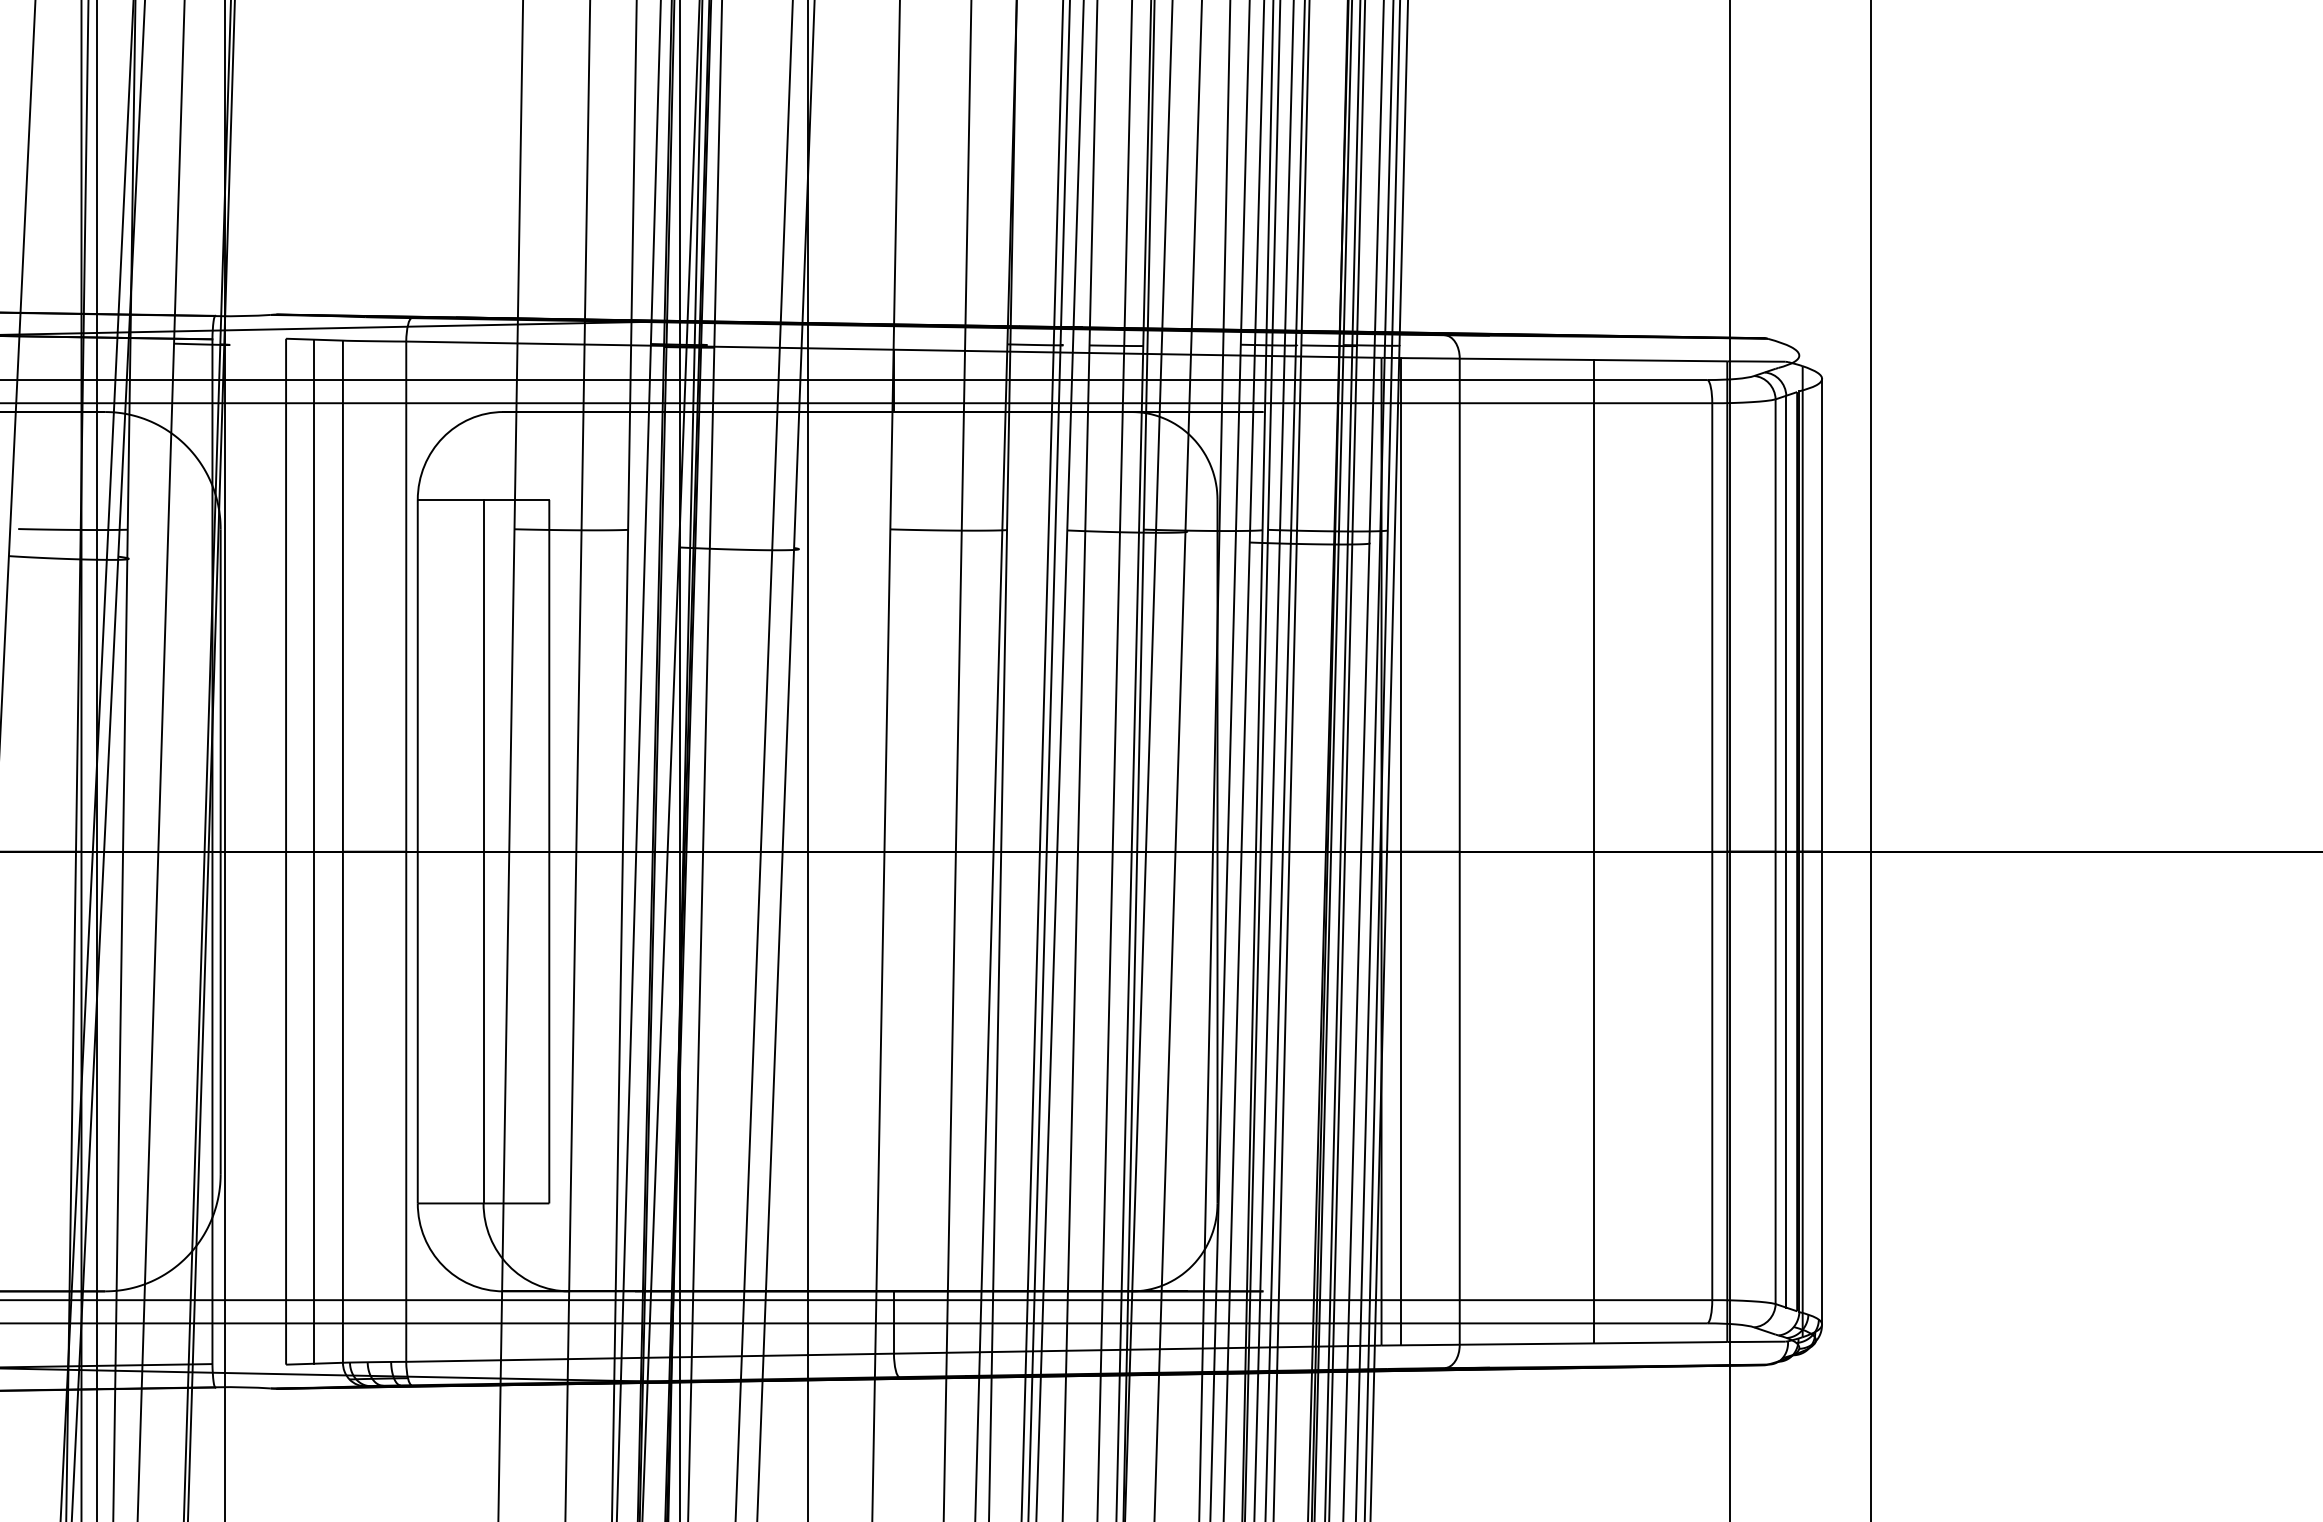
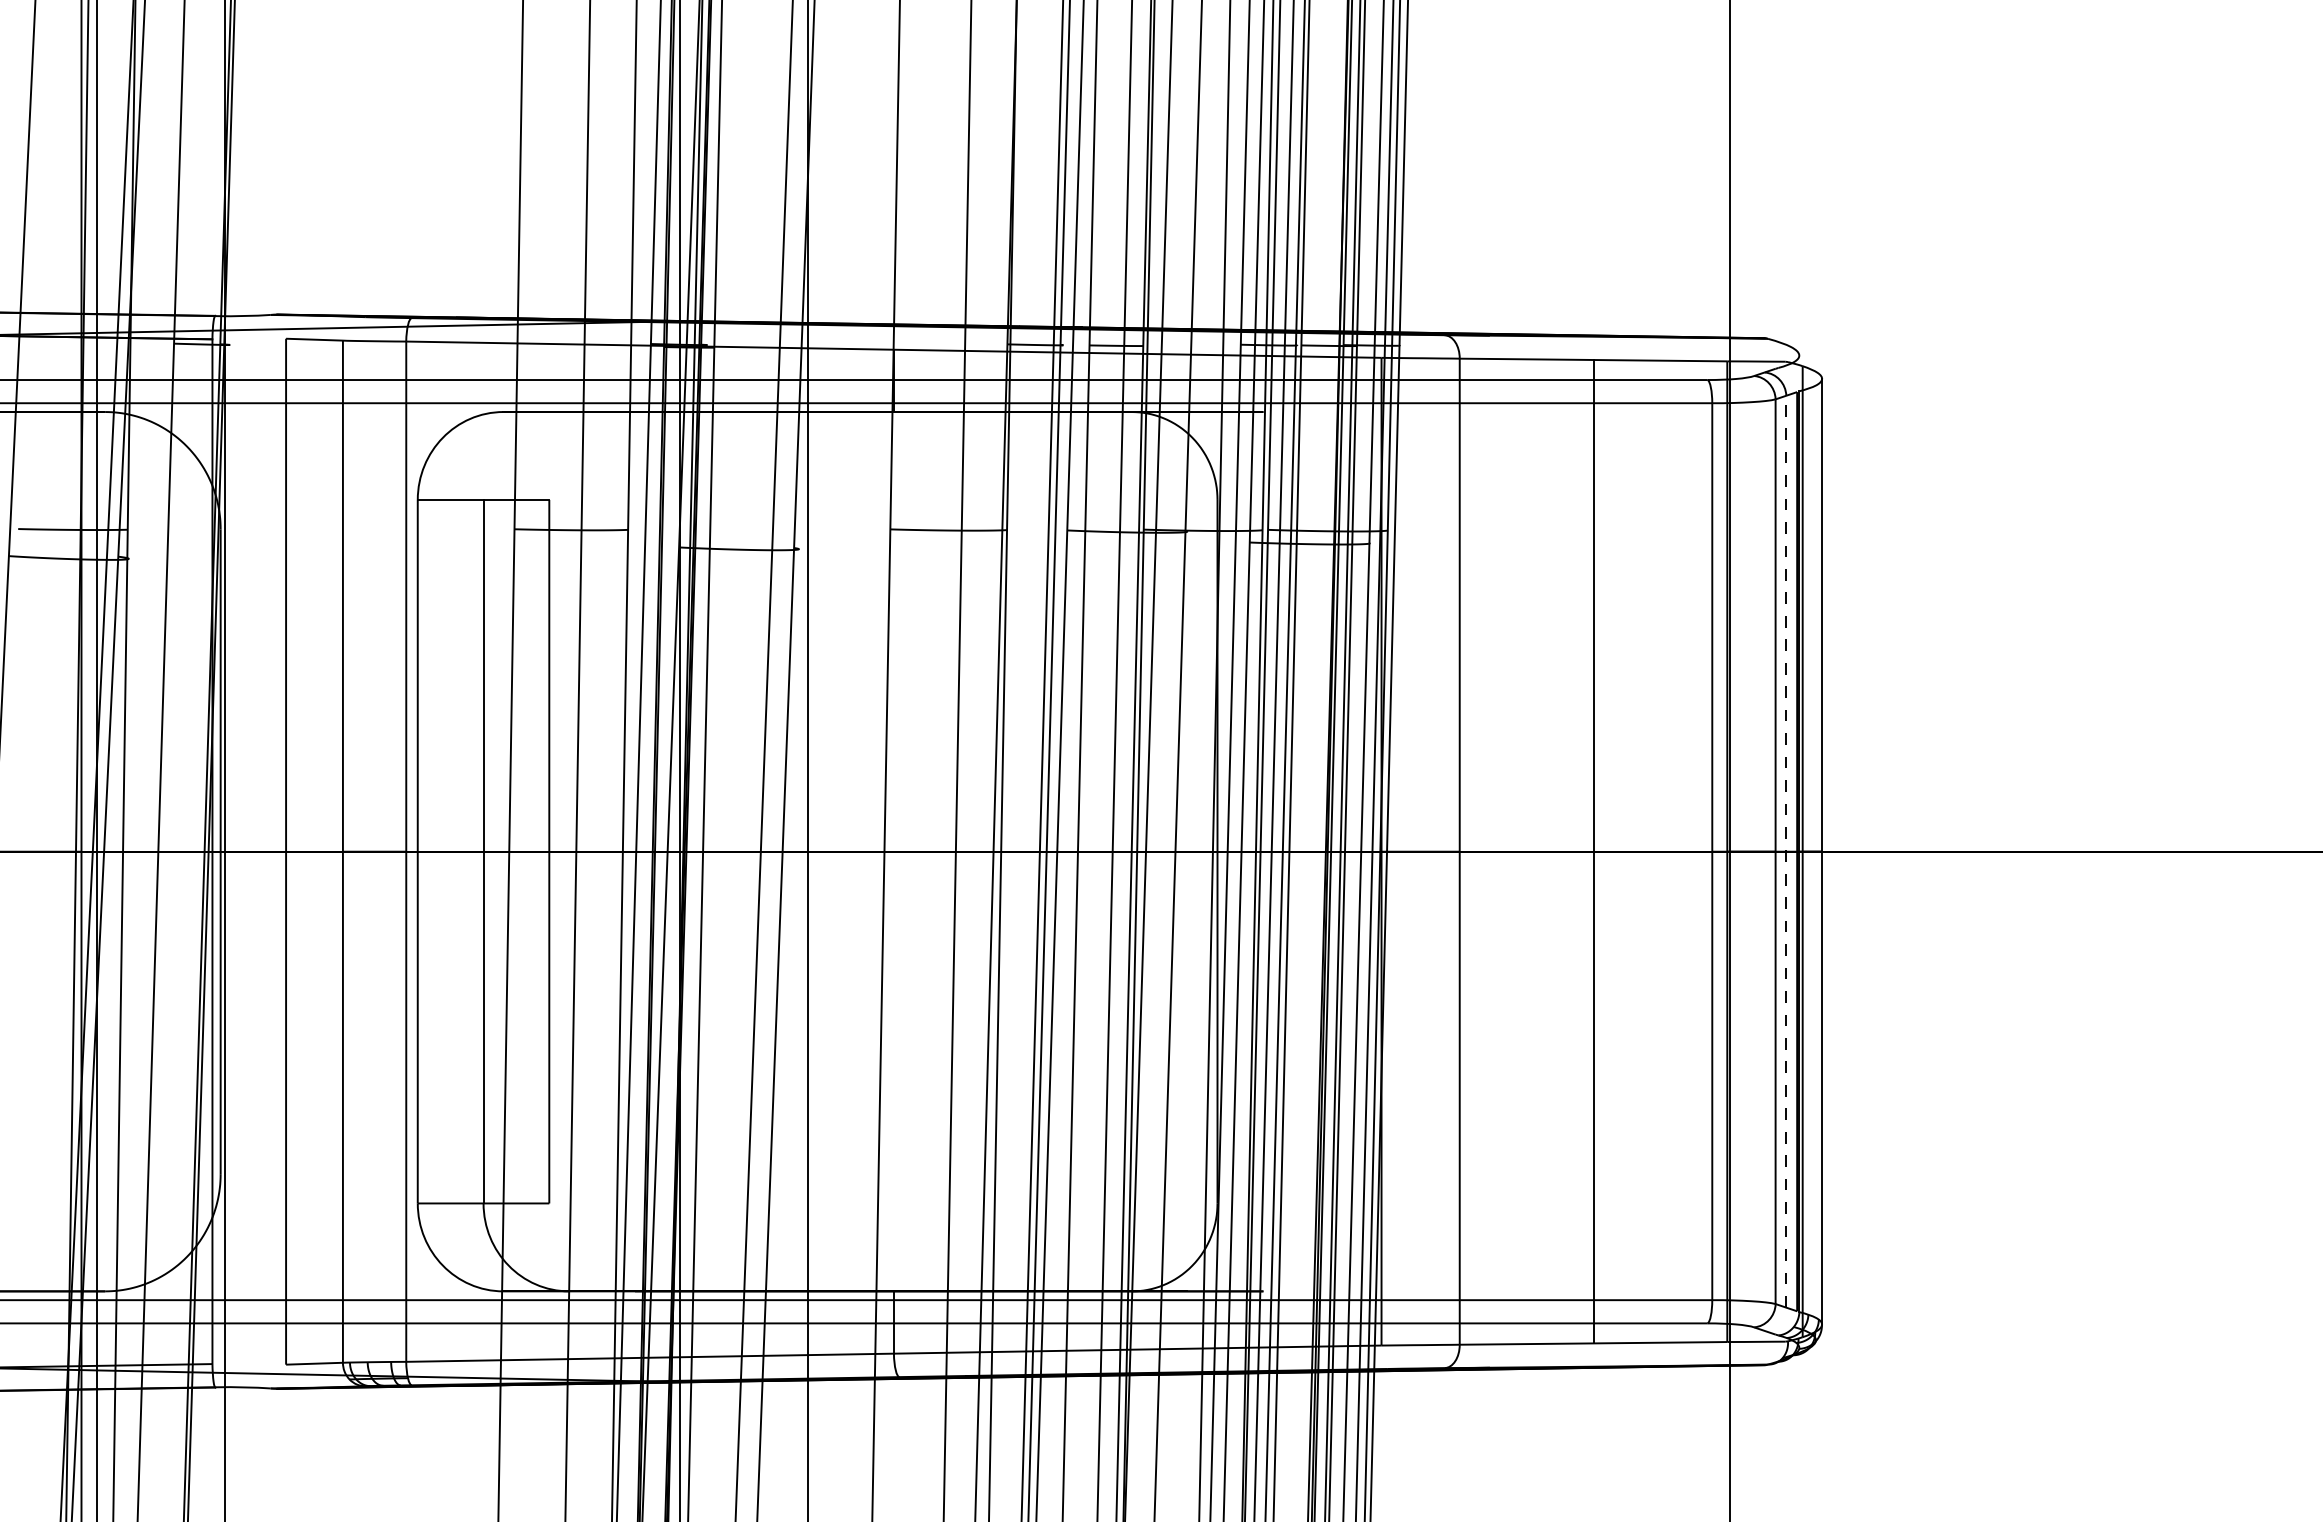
line at (1871, 760): present -> none
line at (314, 851): present -> none
line at (1401, 851): present -> none
line at (1786, 851): solid -> dashed
